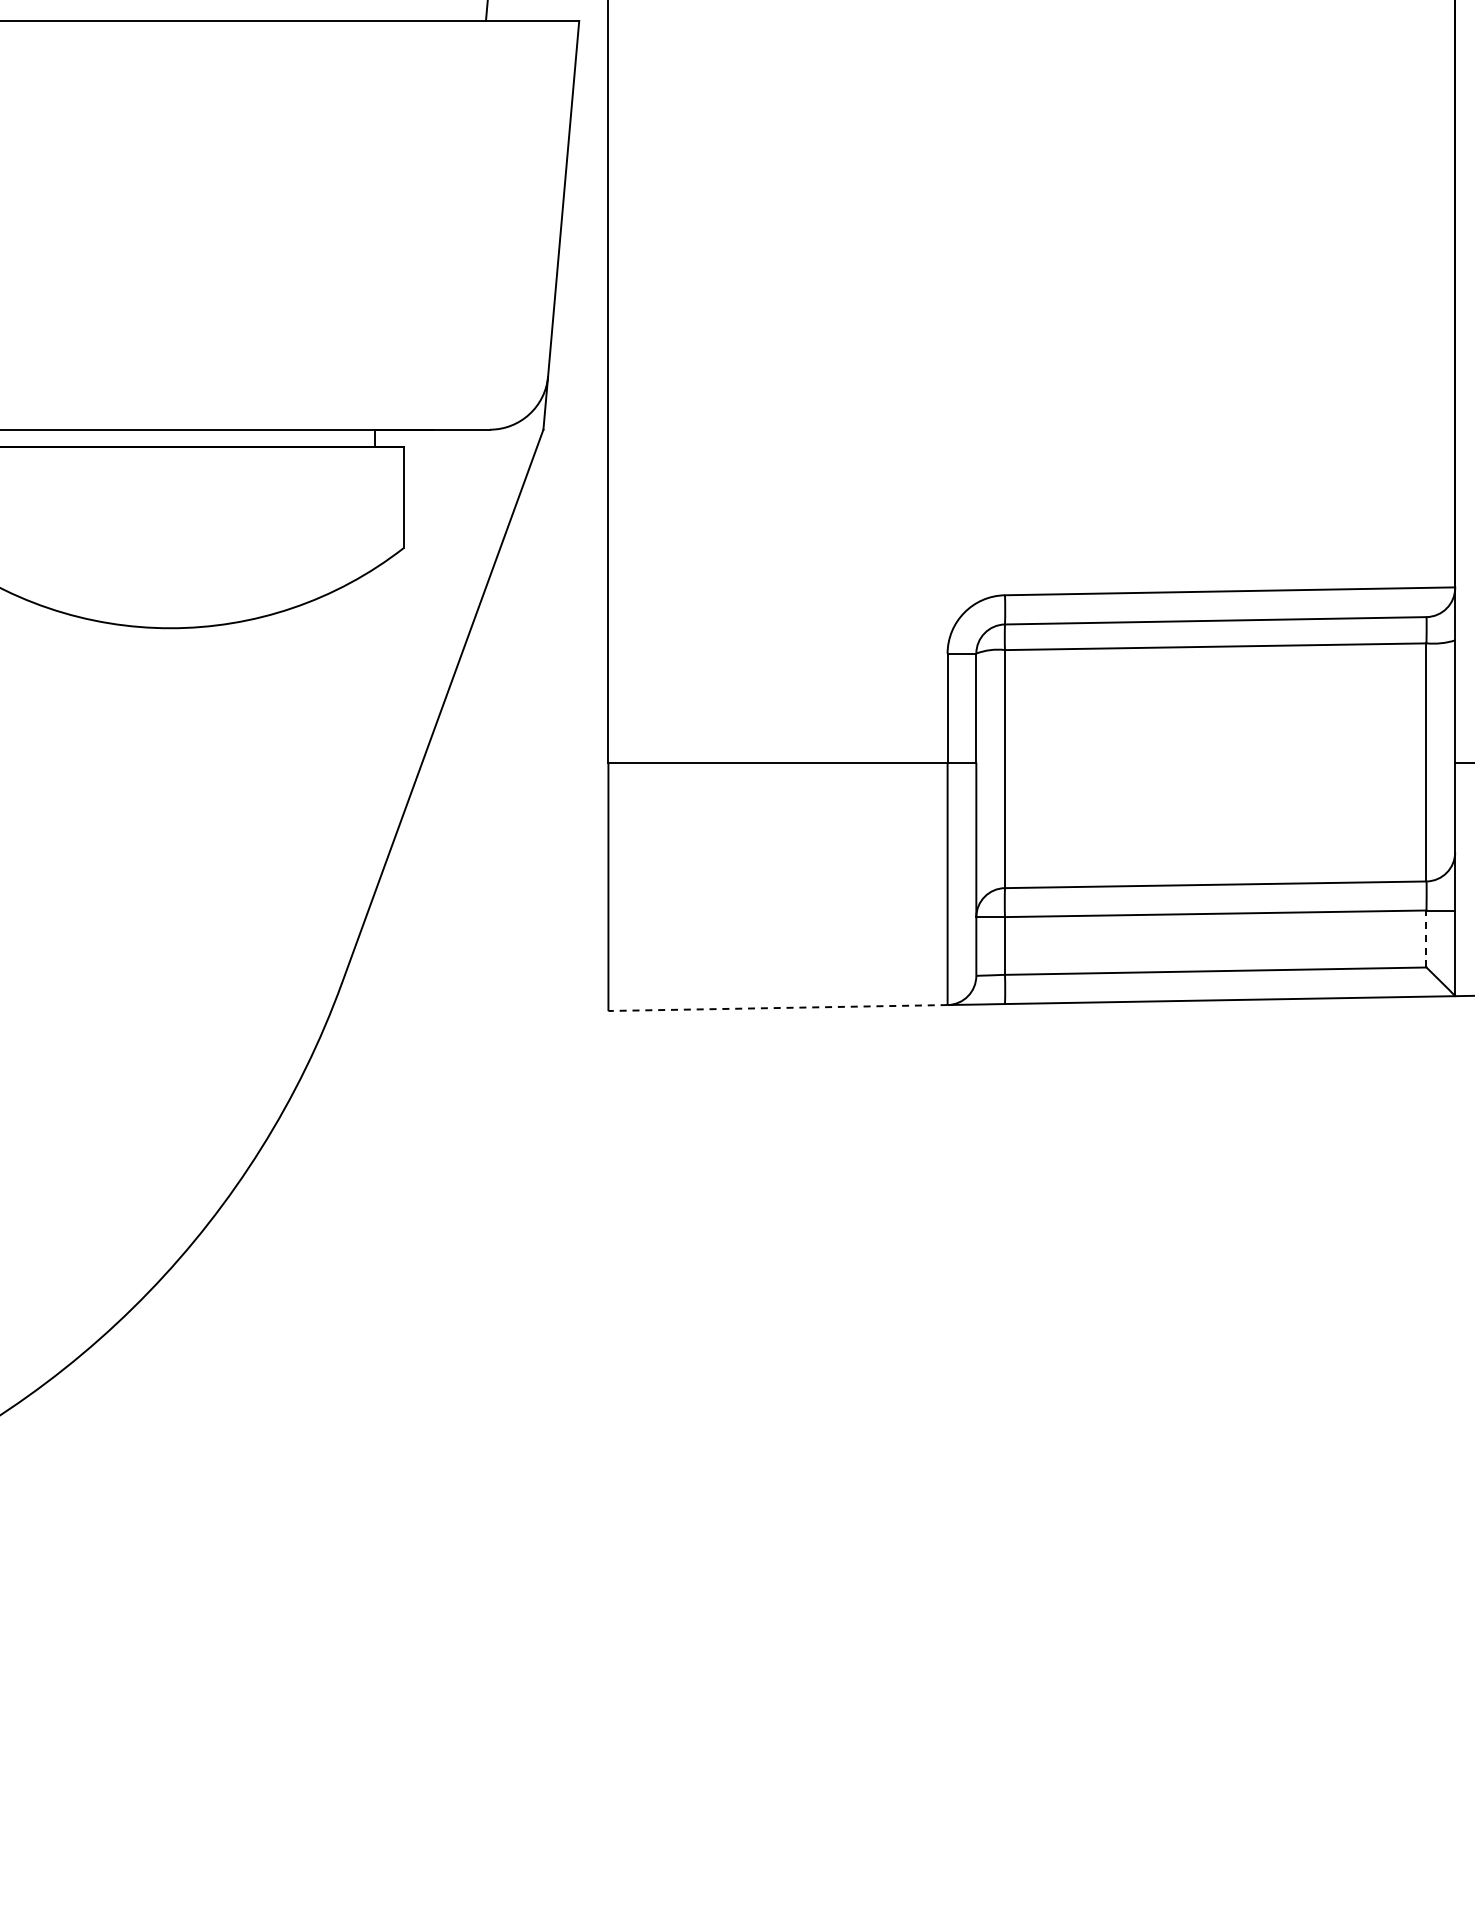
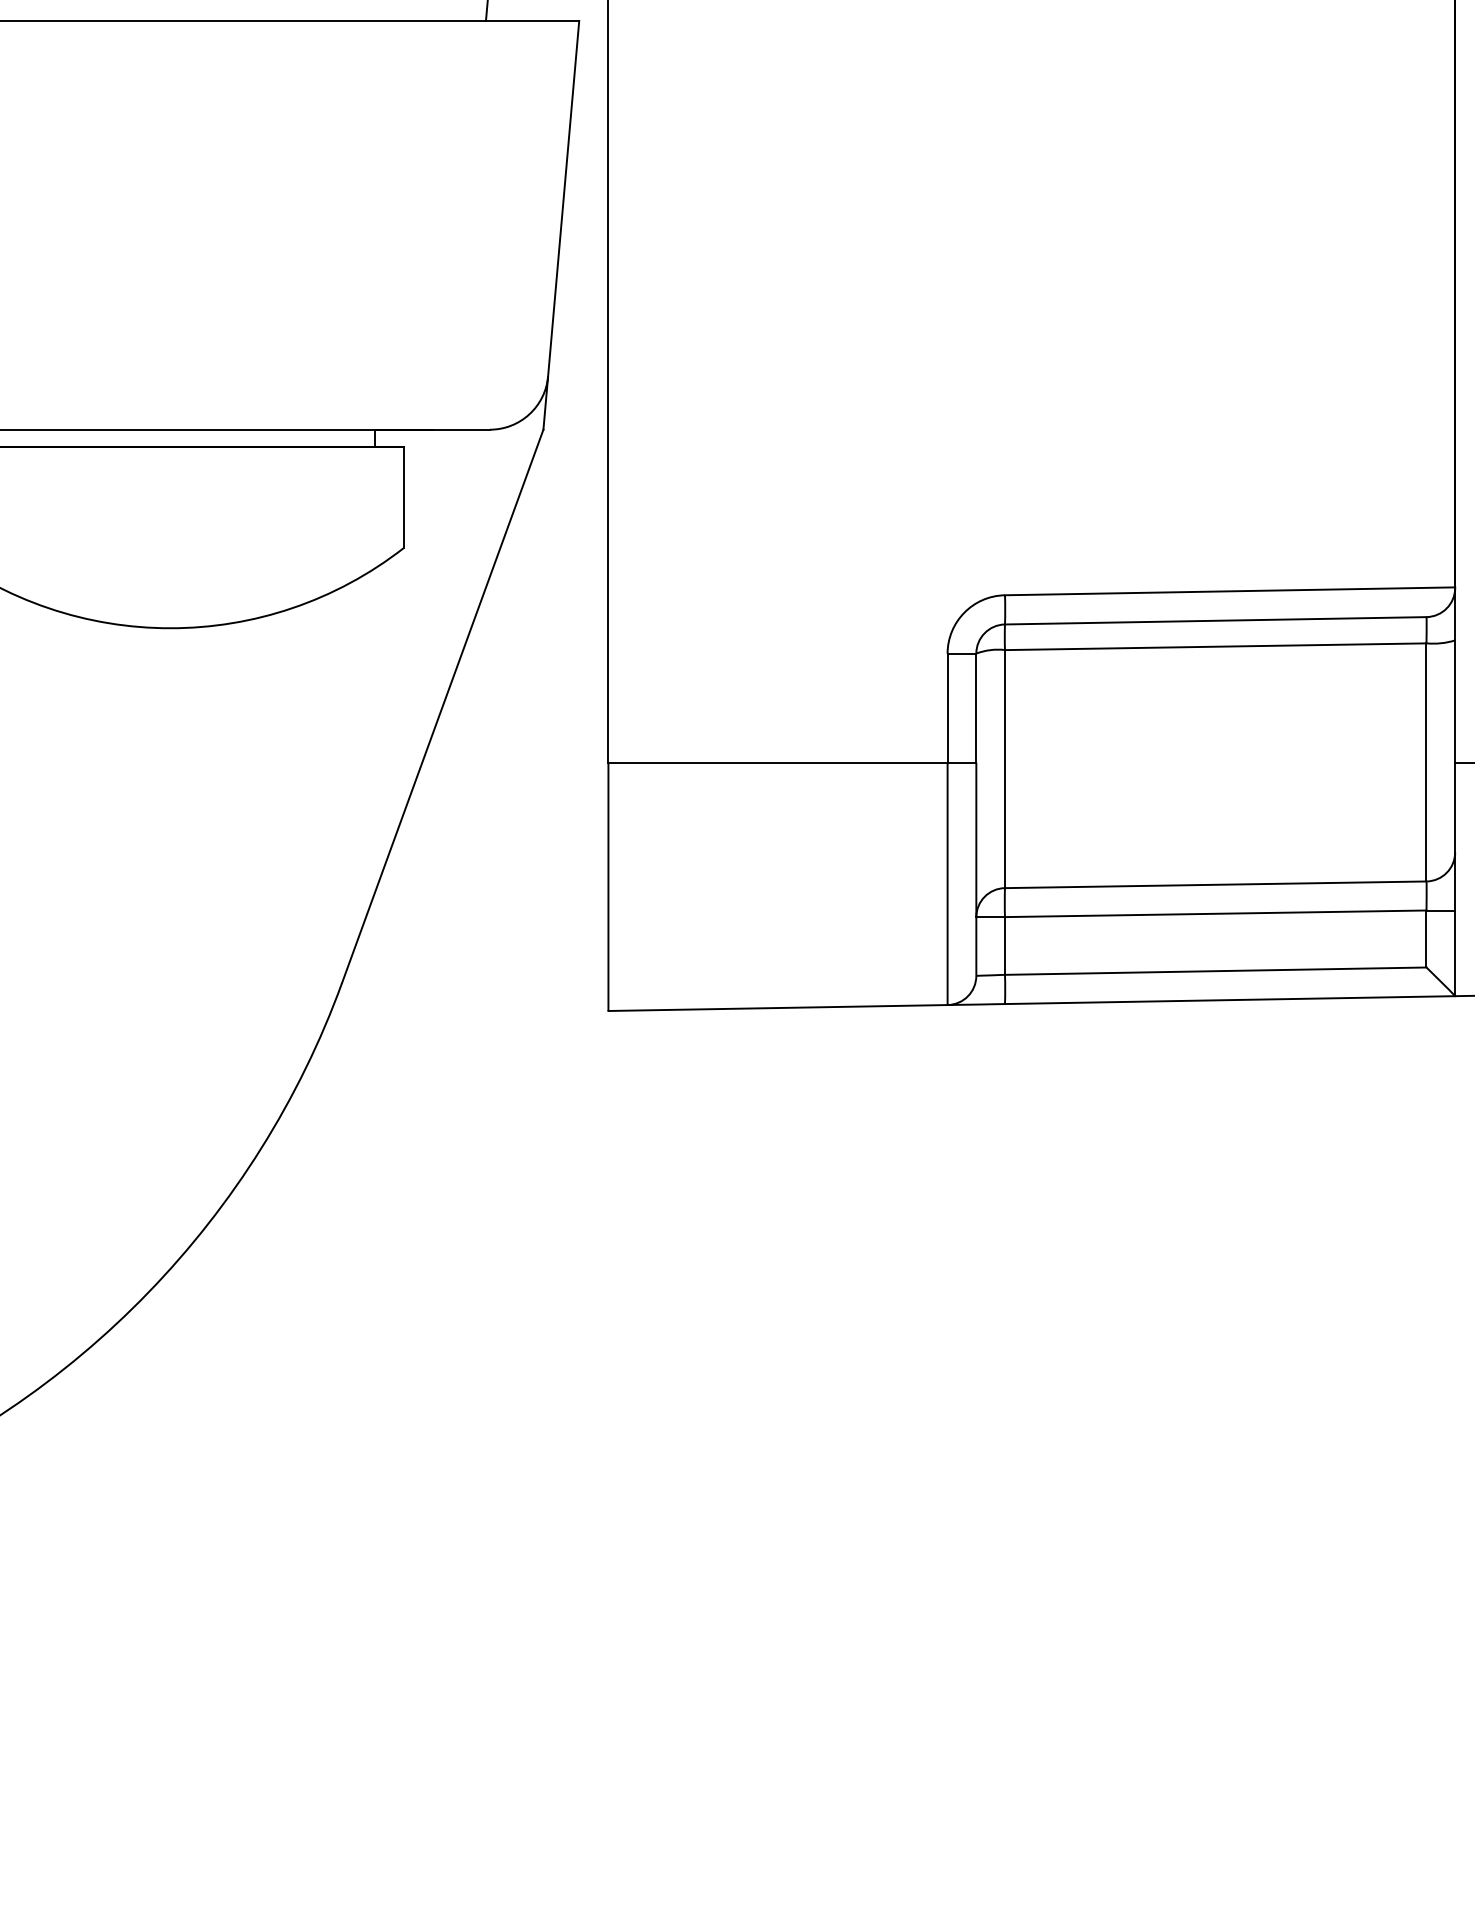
line at (1426, 938): dashed -> solid
line at (778, 1008): dashed -> solid
